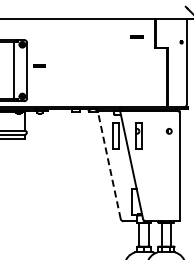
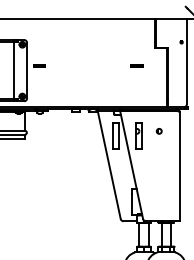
part at (136, 36) position: (136, 36) -> (136, 65)
part at (168, 131) position: (168, 131) -> (158, 131)
line at (109, 165): dashed -> solid
